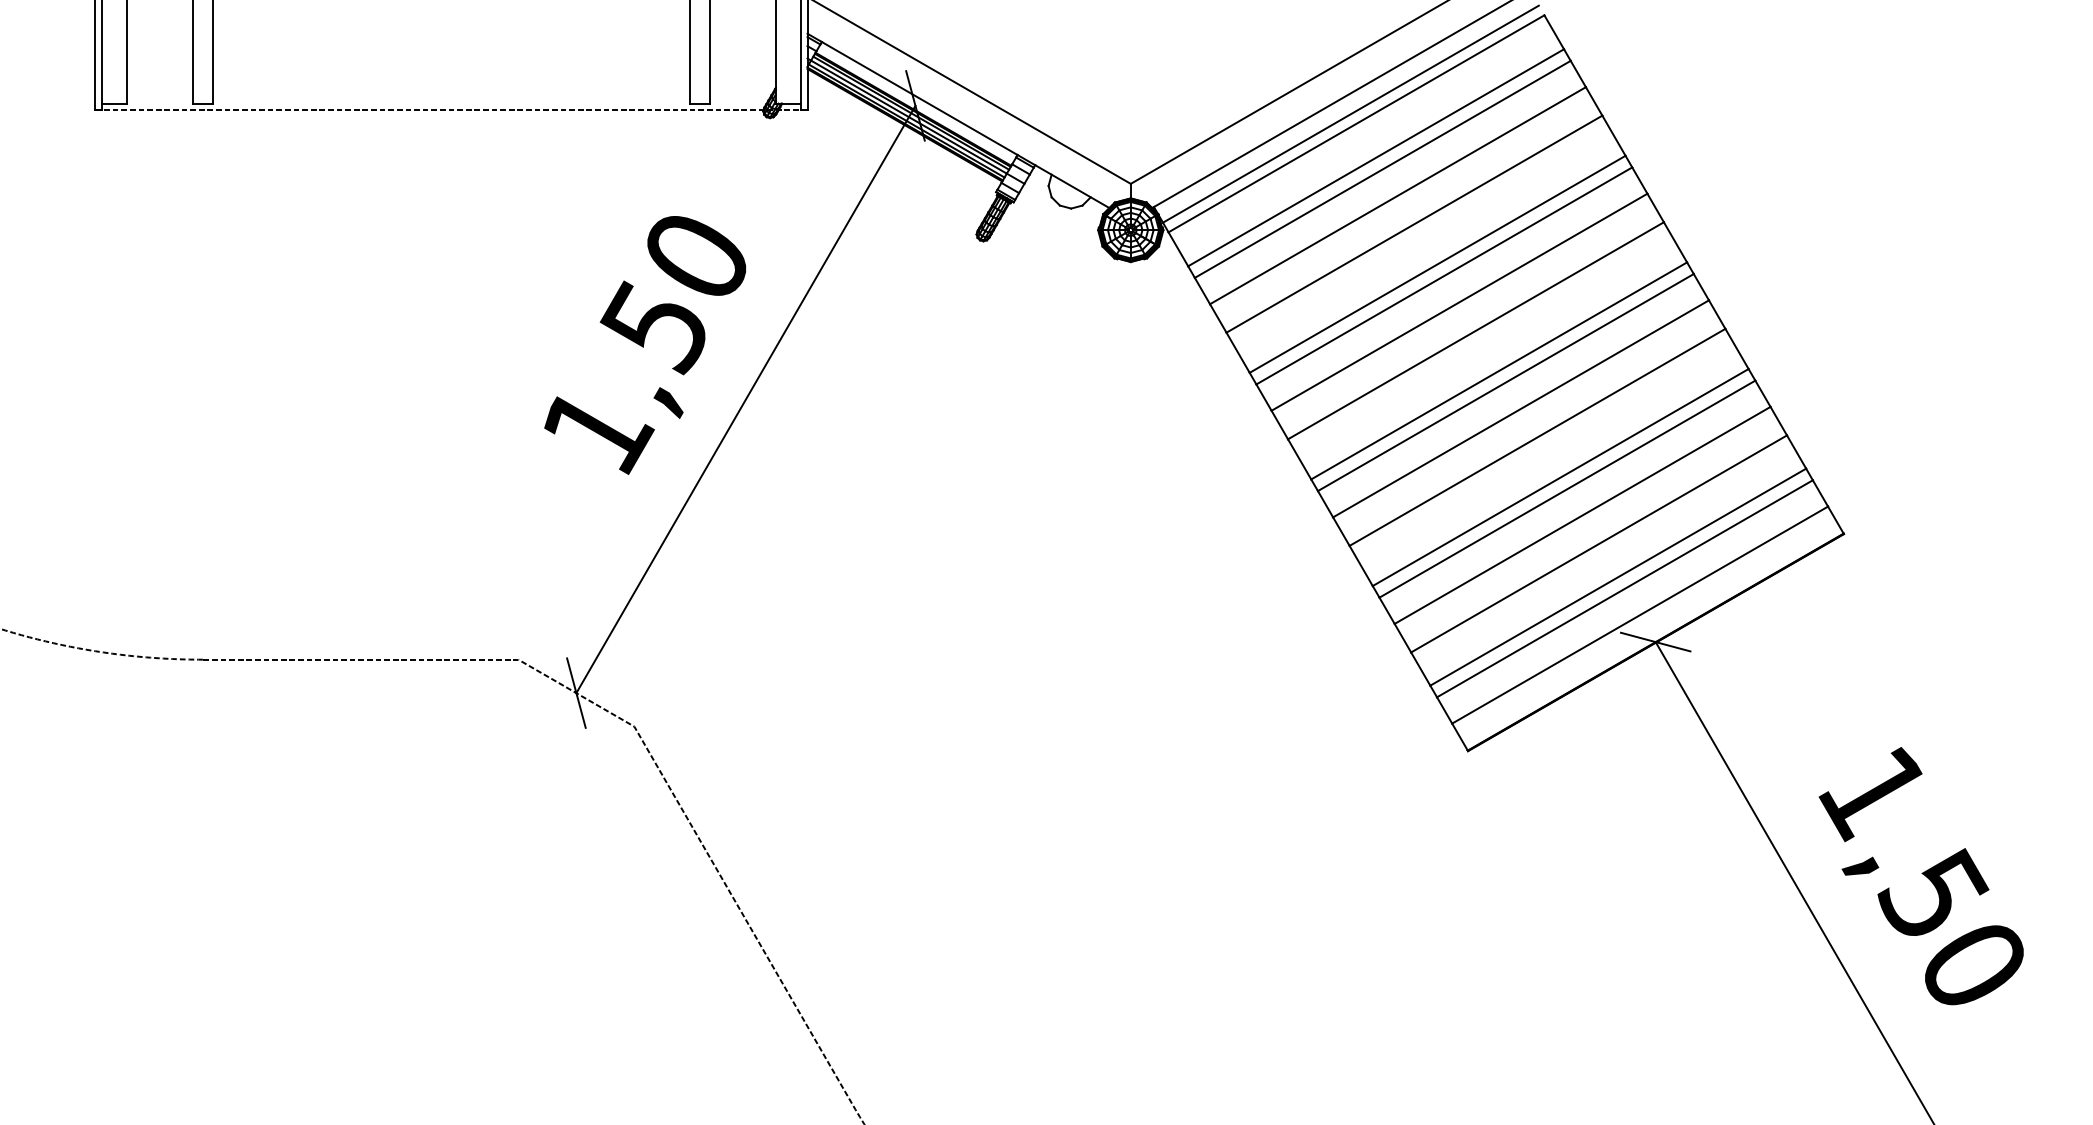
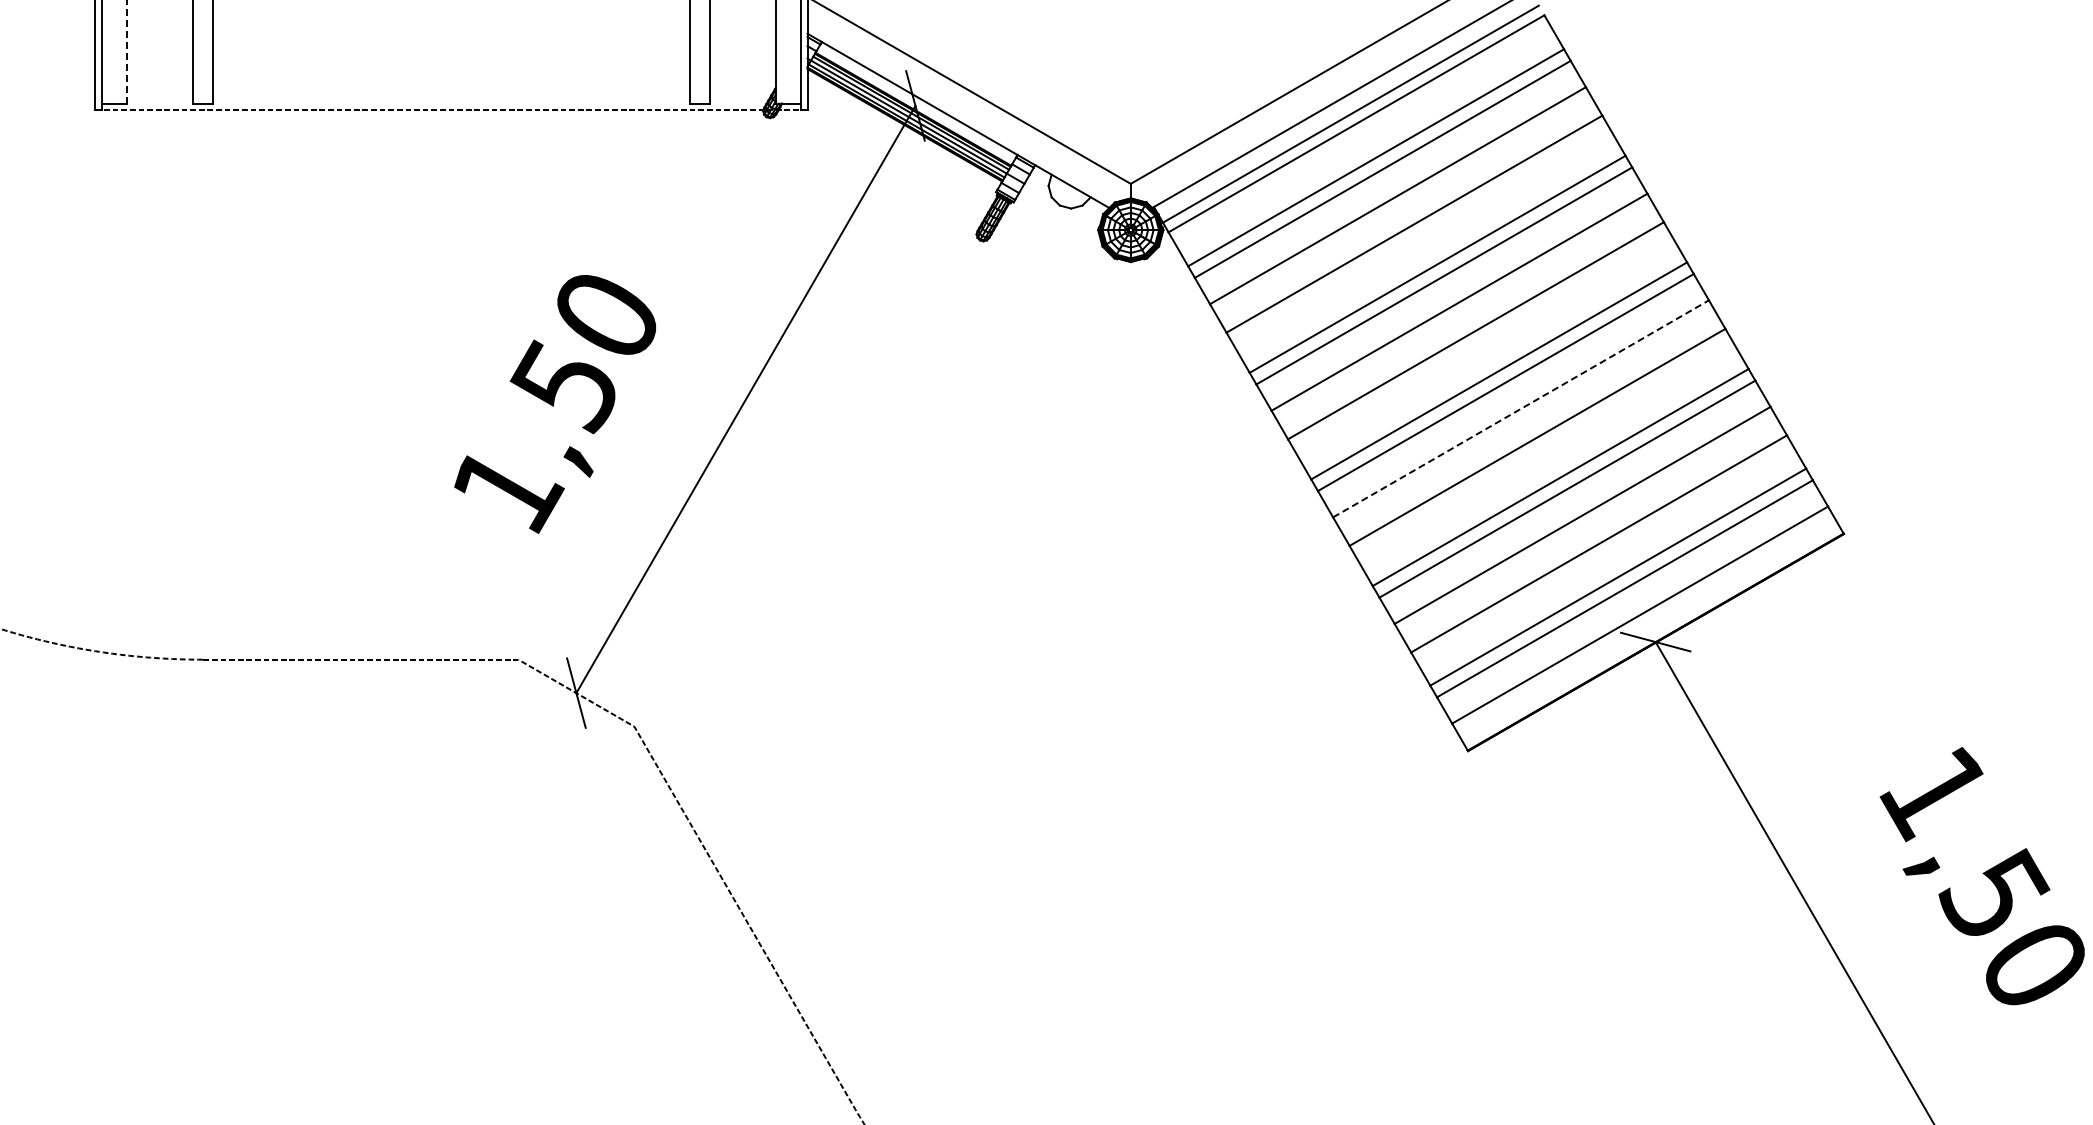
line at (127, 51): solid -> dashed
text at (644, 345) position: (644, 345) -> (554, 404)
line at (1521, 408): solid -> dashed
text at (1920, 876) position: (1920, 876) -> (1981, 876)
